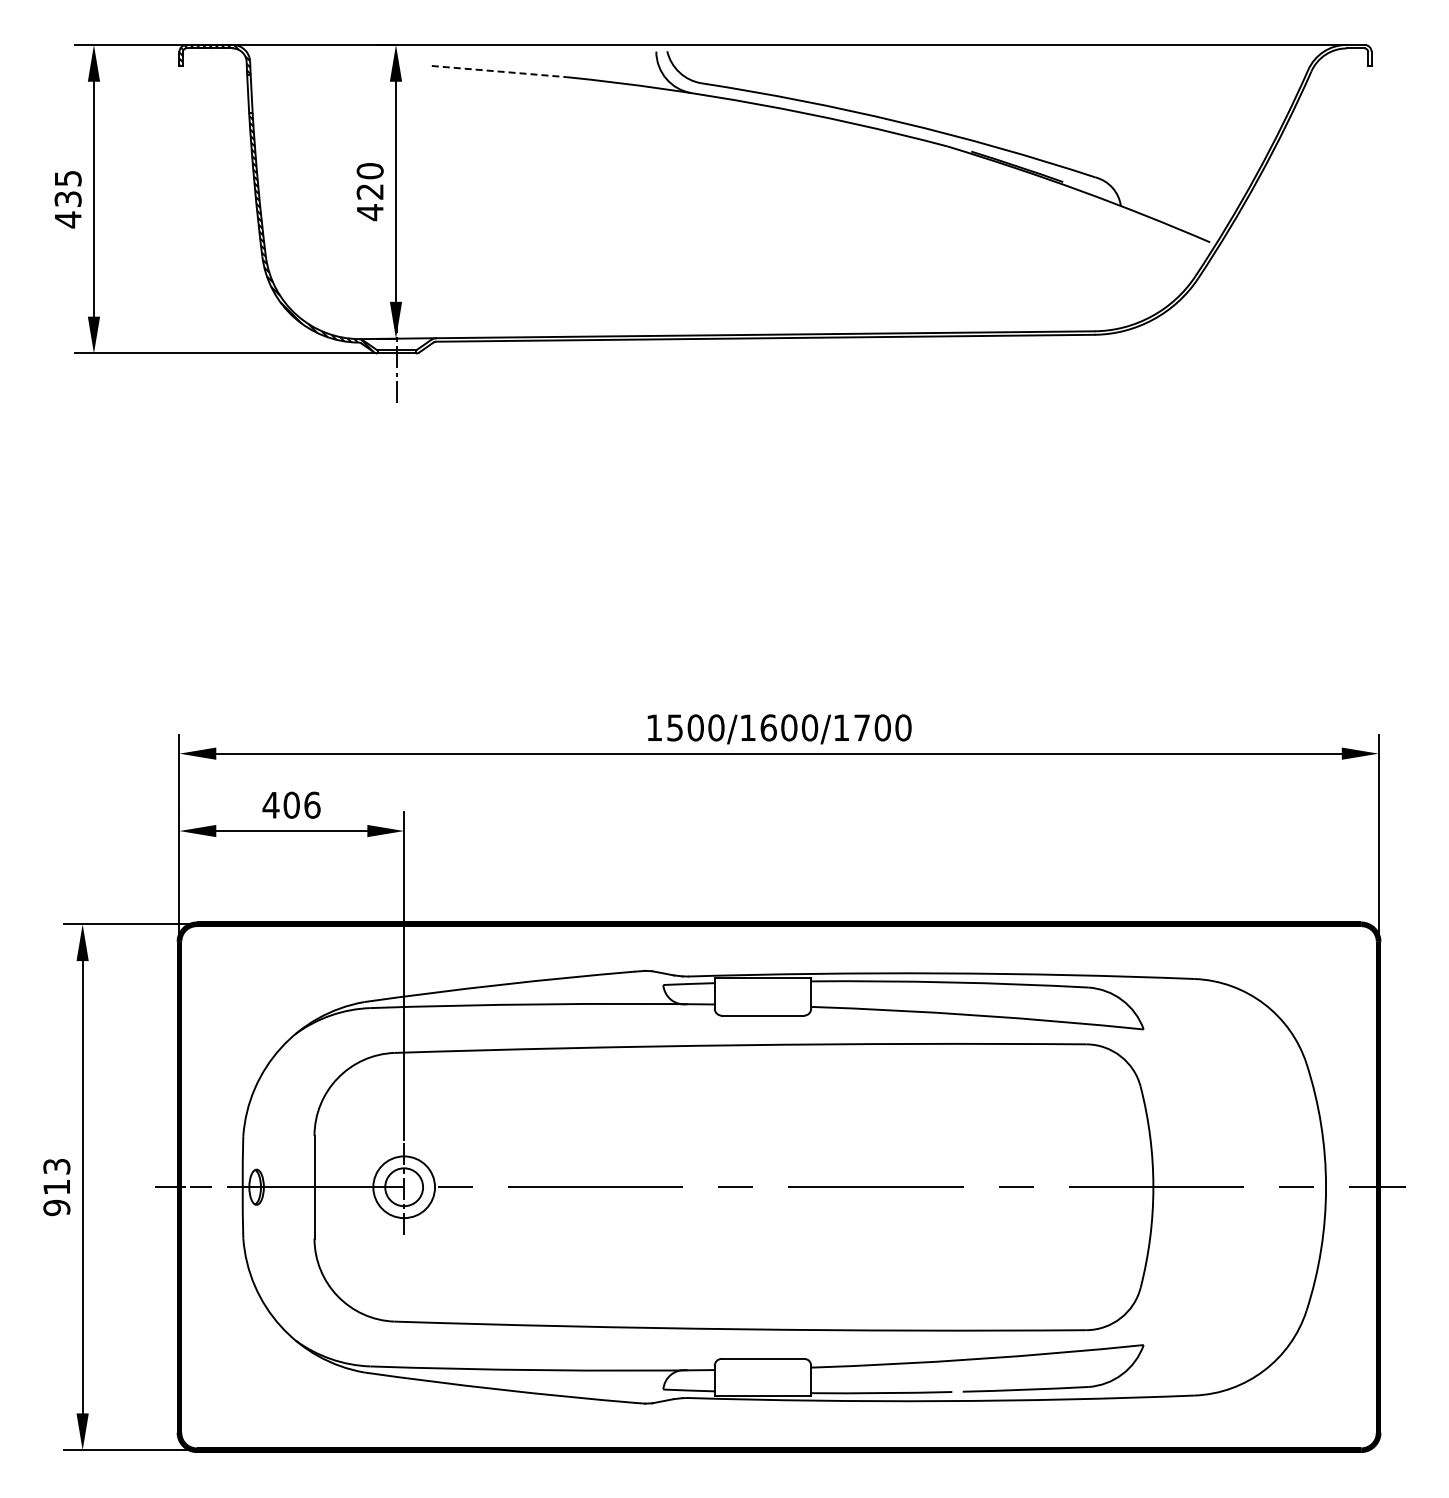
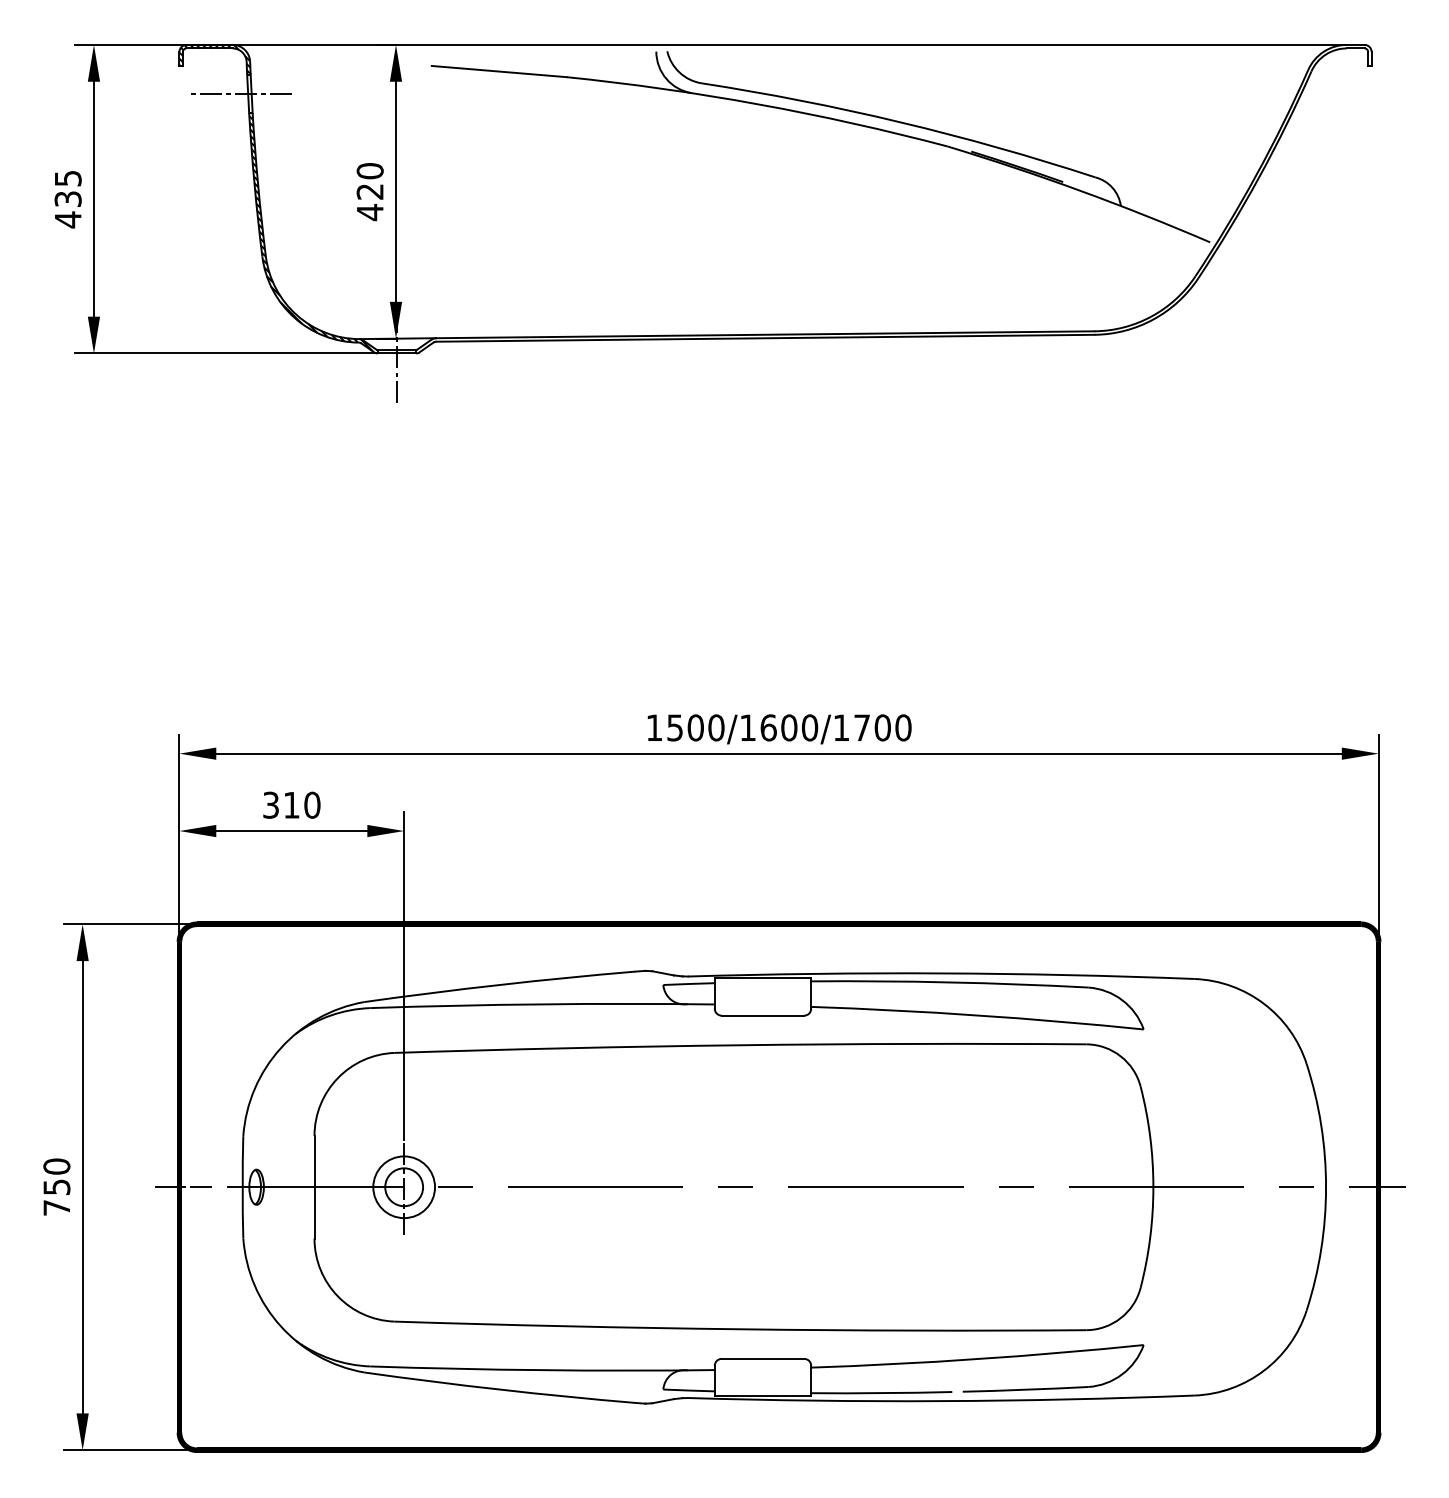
line at (499, 71): dashed -> solid
line at (241, 94): none -> present
text at (291, 804): 406 -> 310
text at (56, 1187): 913 -> 750
